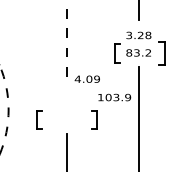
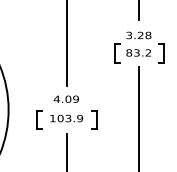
line at (66, 43): dashed -> solid
part at (161, 53) size: 8x25 px -> 7x21 px
text at (86, 78) position: (86, 78) -> (65, 98)
text at (114, 97) position: (114, 97) -> (66, 118)
arc at (8, 110): dashed -> solid
